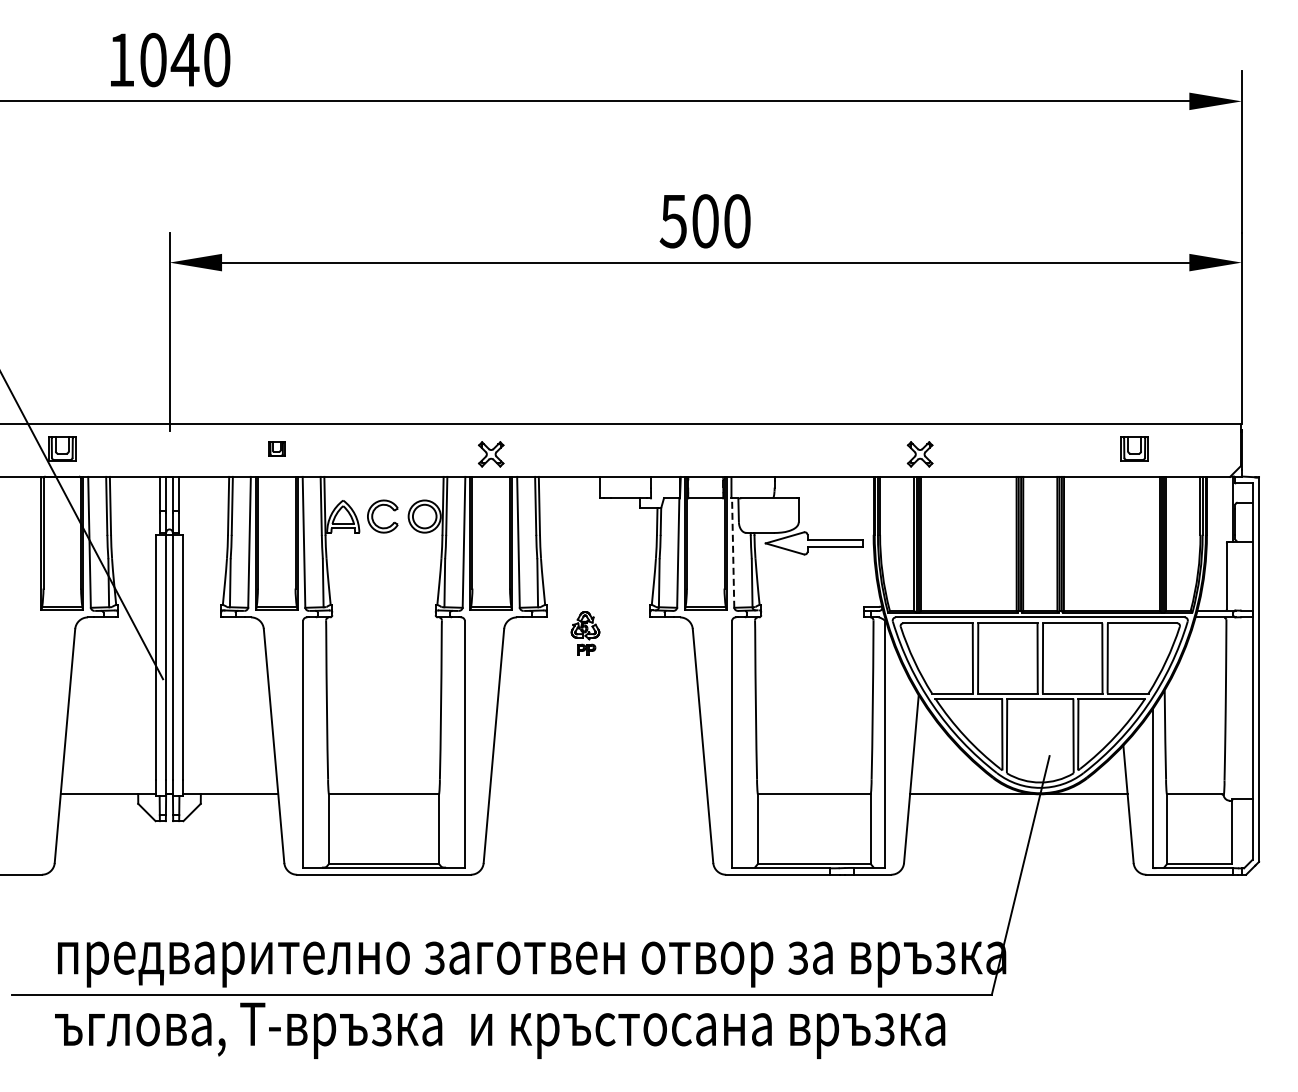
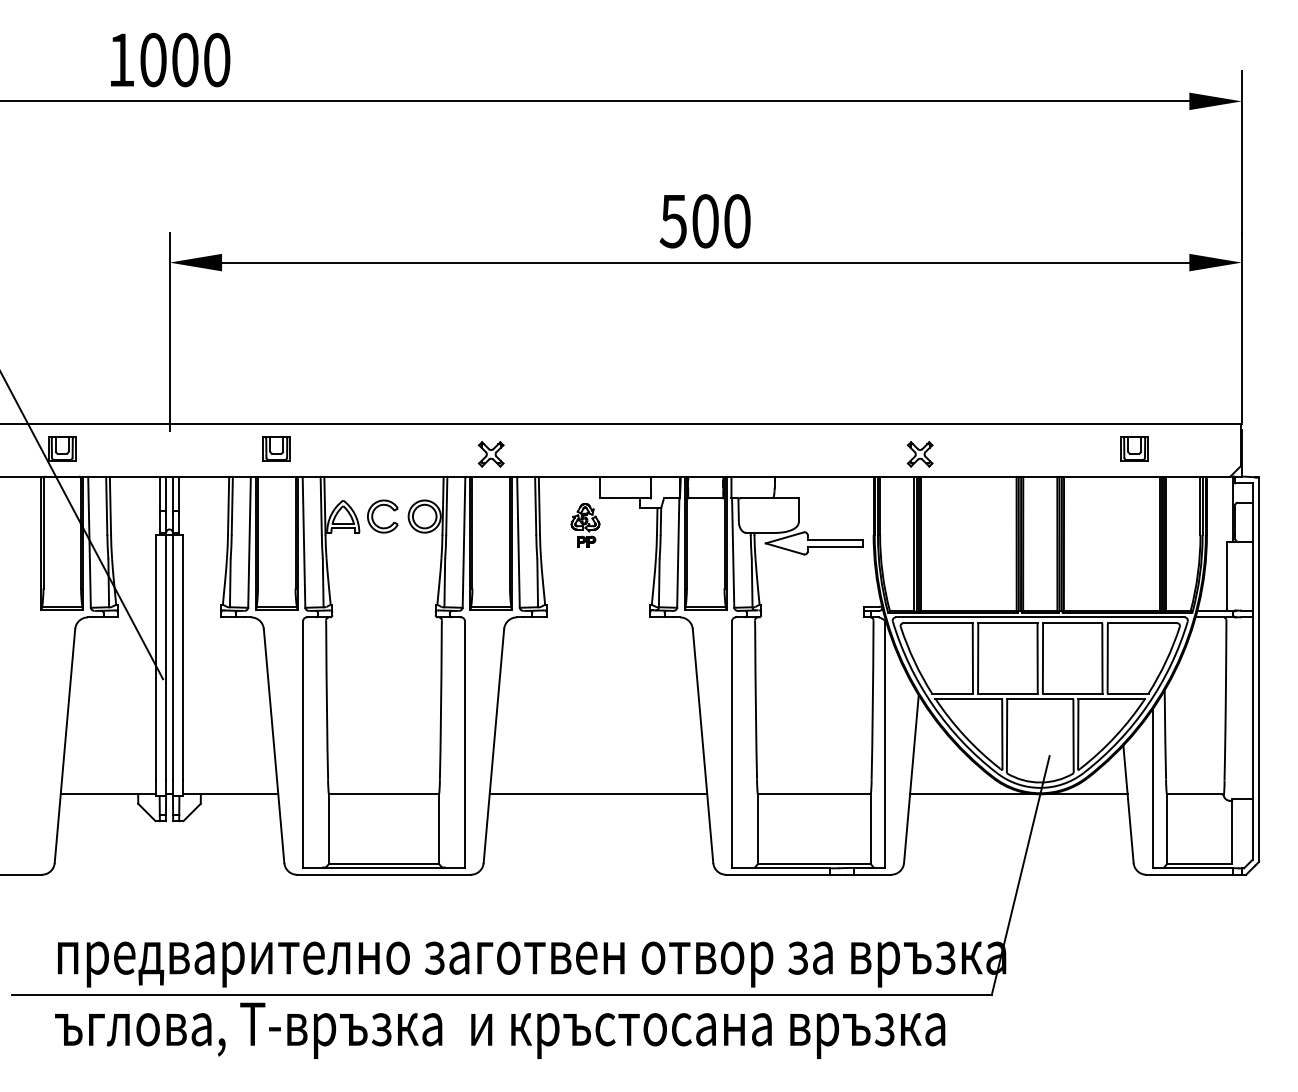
text at (184, 59): 1040 -> 1000
part at (276, 448) size: 18x16 px -> 29x26 px
line at (733, 553): dashed -> solid
part at (585, 633) position: (585, 633) -> (585, 525)
line at (598, 794): none -> present
